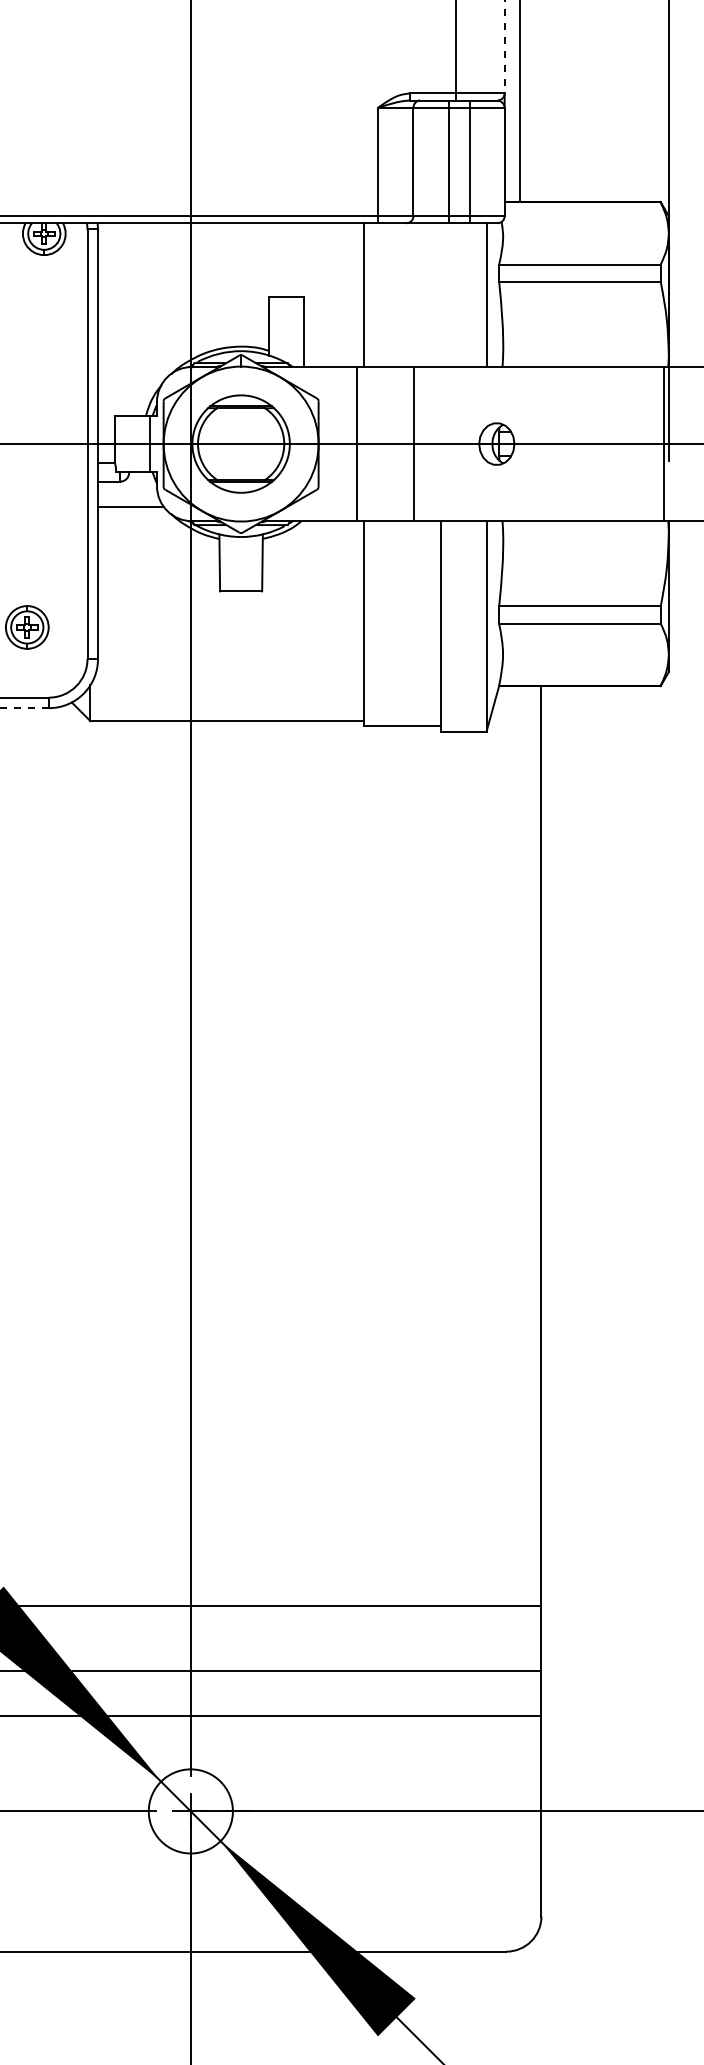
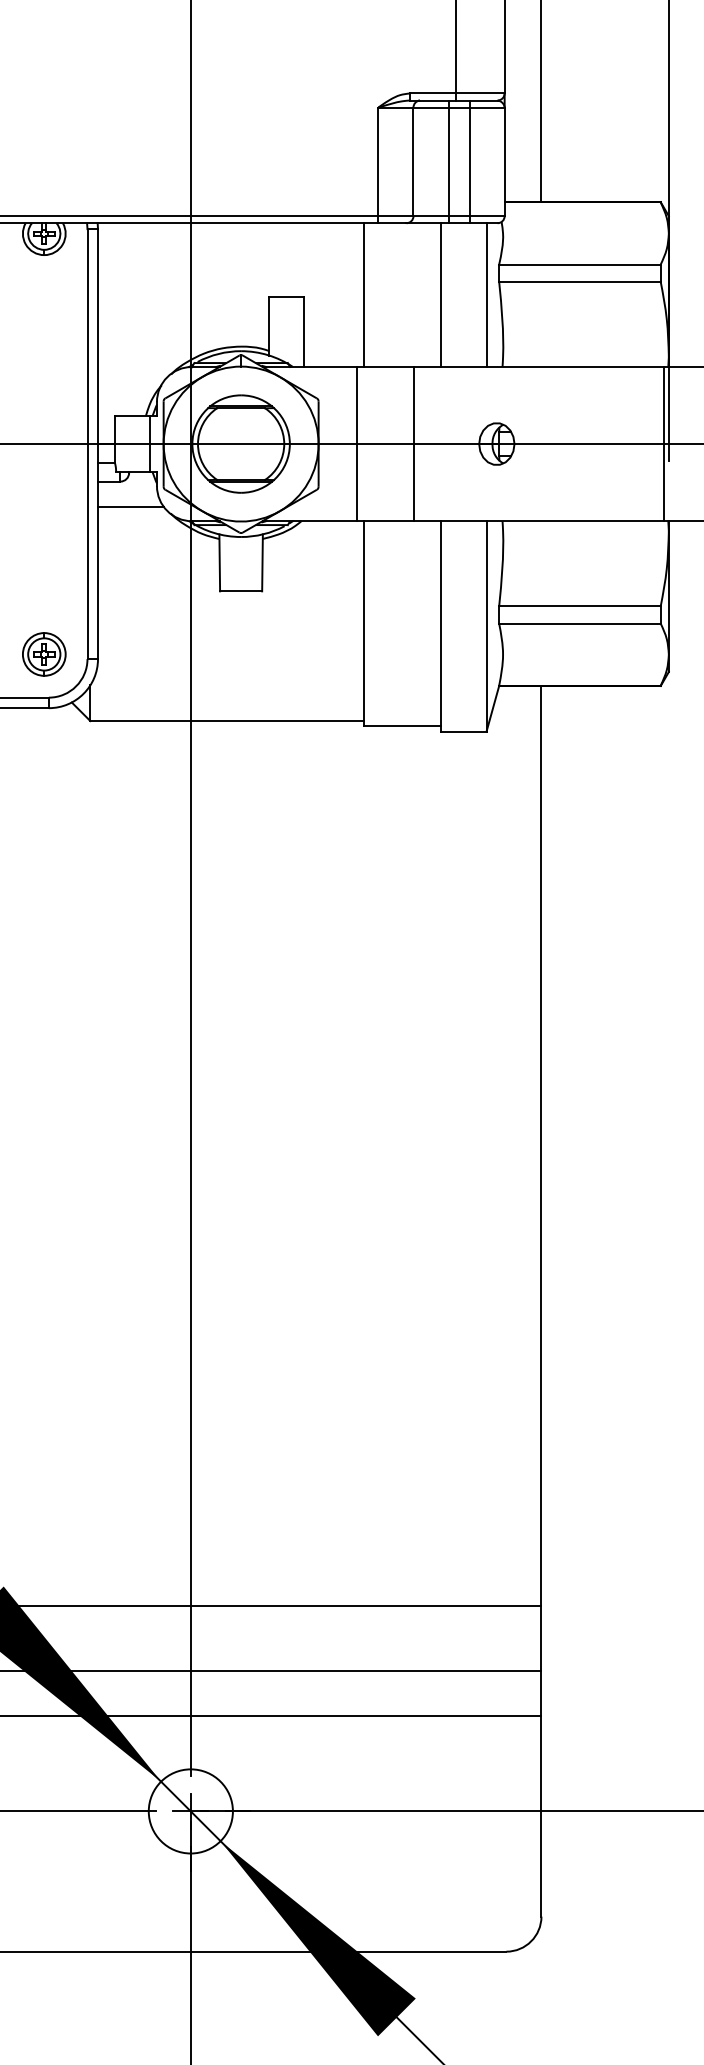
line at (504, 47): dashed -> solid
line at (520, 102) position: (520, 102) -> (541, 102)
line at (440, 294): none -> present
part at (27, 627) position: (27, 627) -> (44, 654)
line at (24, 708): dashed -> solid
